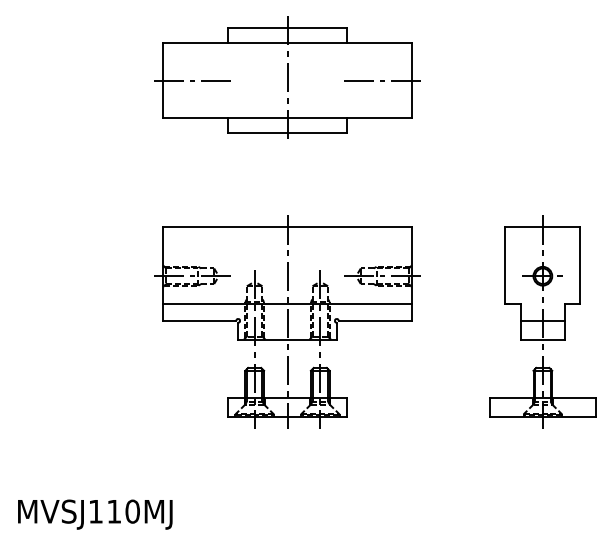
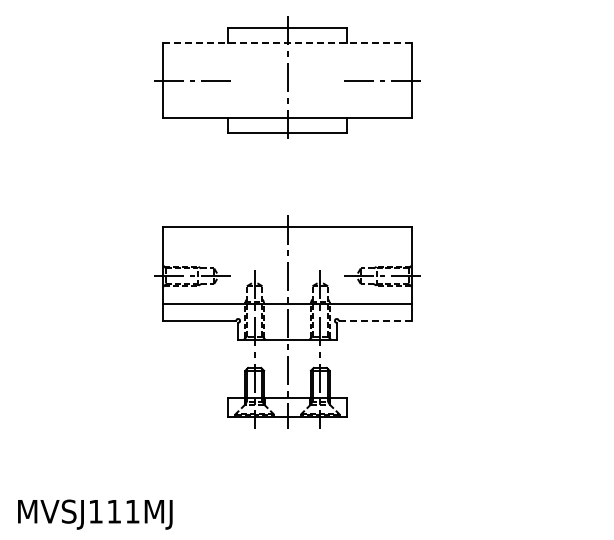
line at (287, 43): solid -> dashed
line at (375, 320): solid -> dashed
part at (542, 321): present -> none
text at (132, 511): MVSJ110MJ -> MVSJ111MJ
